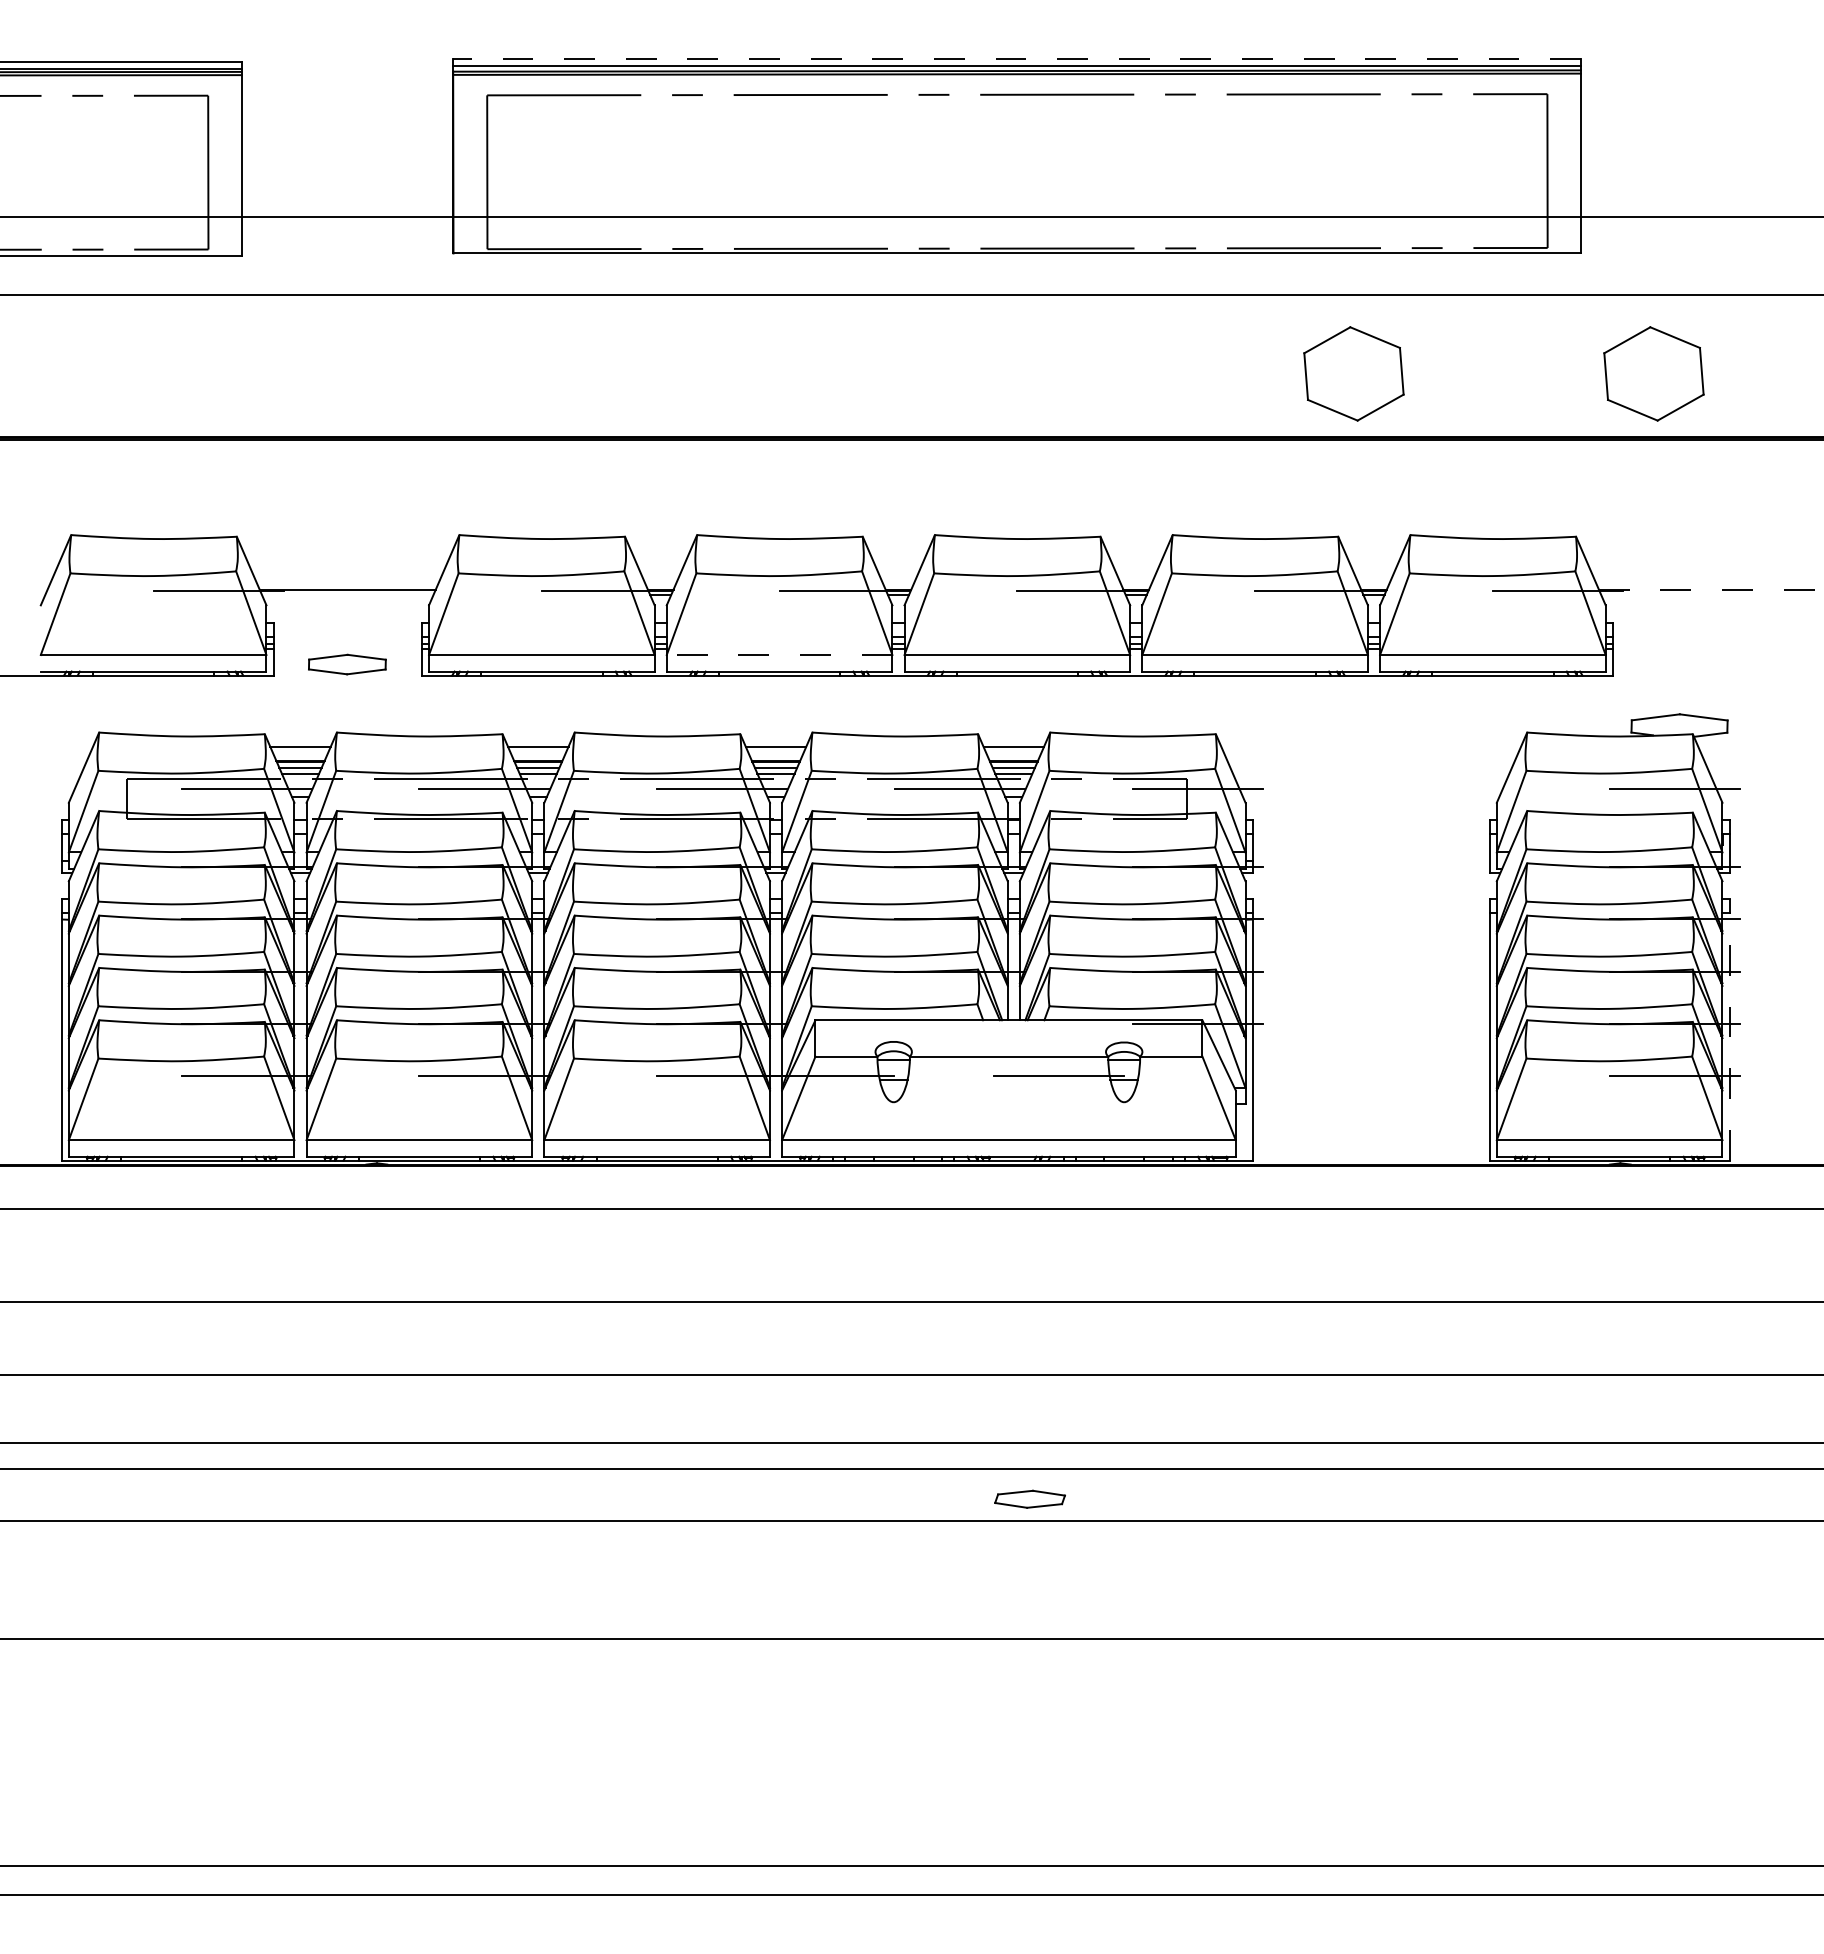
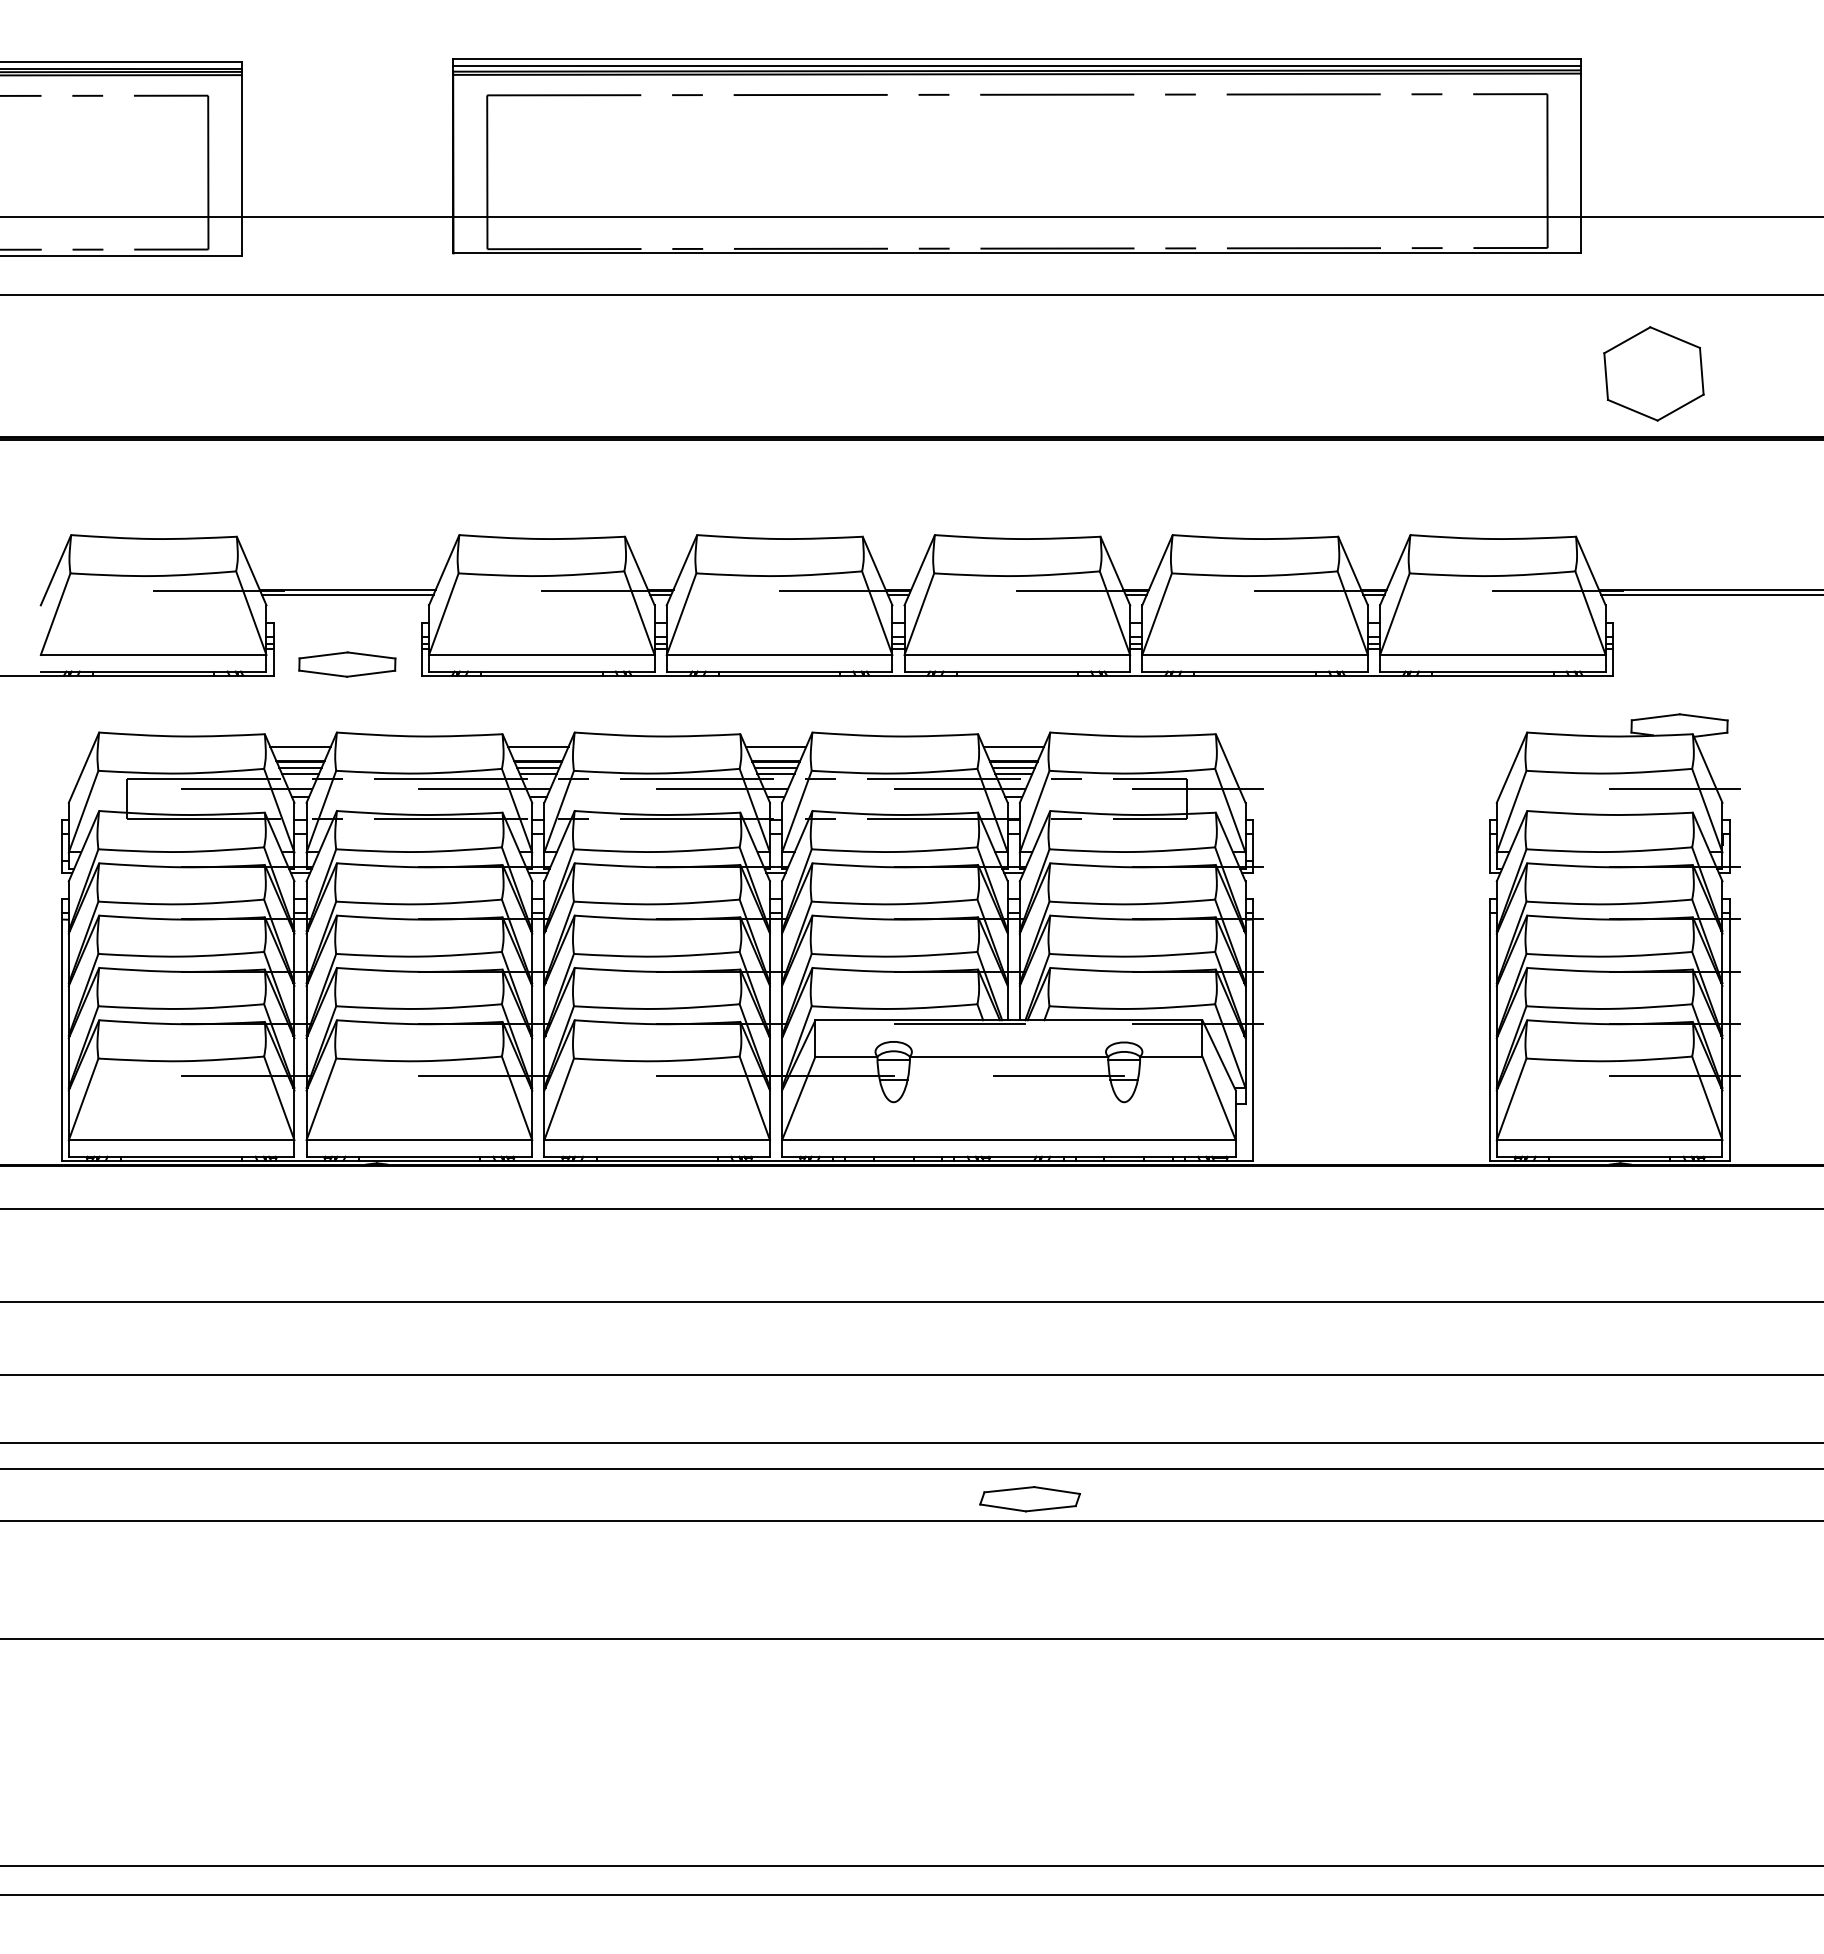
line at (1016, 58): dashed -> solid
part at (1353, 373): present -> none
line at (1711, 589): dashed -> solid
line at (347, 594): none -> present
line at (1710, 594): none -> present
line at (779, 654): dashed -> solid
part at (347, 664) size: 79x23 px -> 99x27 px
line at (959, 1023): none -> present
line at (1729, 1029): dashed -> solid
part at (1029, 1498) size: 72x20 px -> 102x27 px
